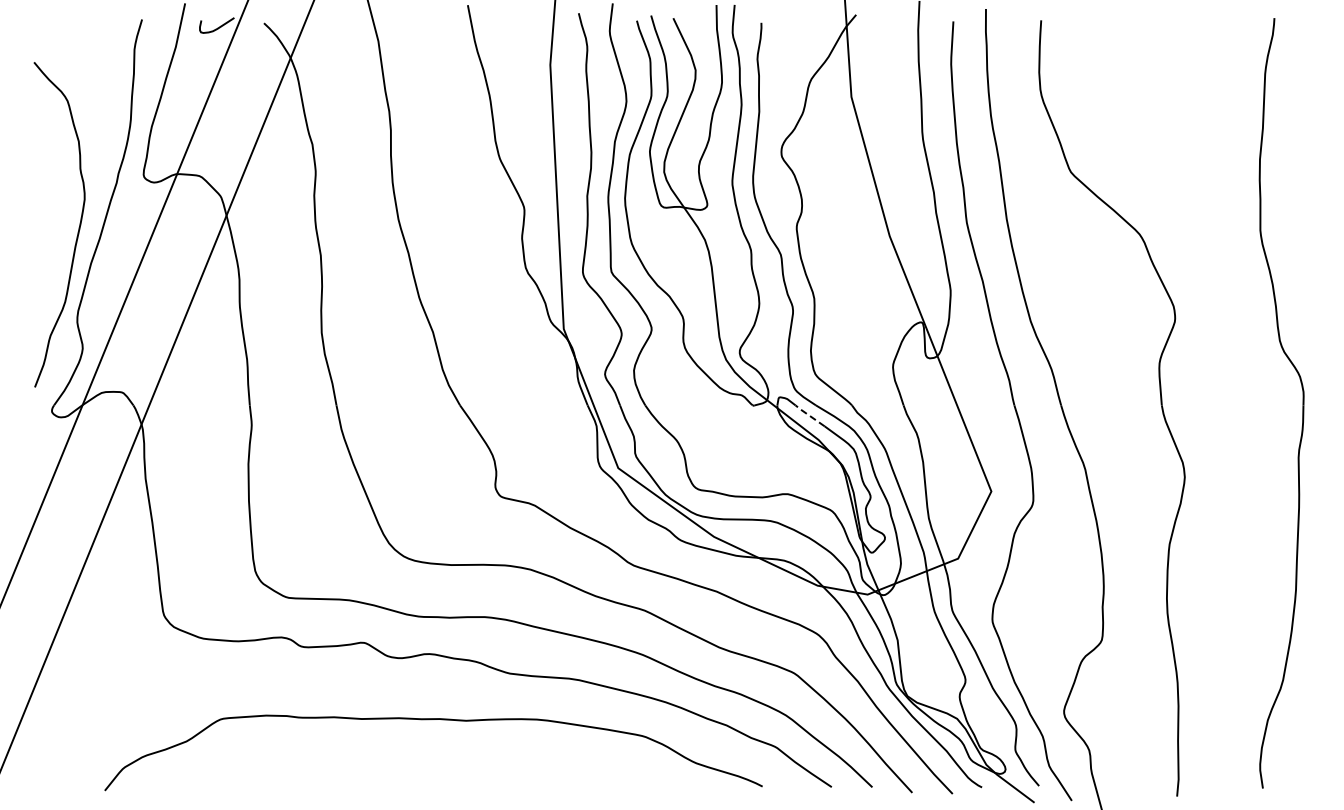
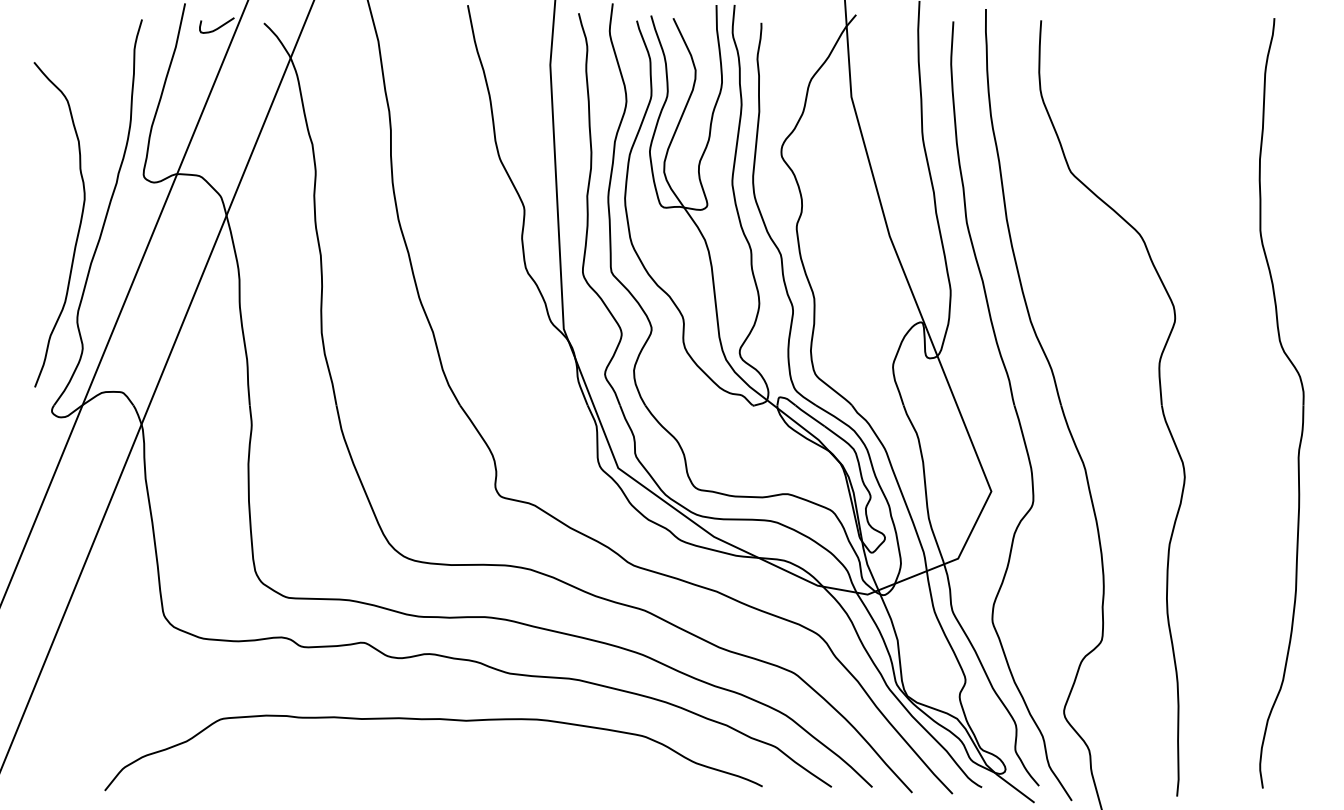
line at (809, 415): dashed -> solid
